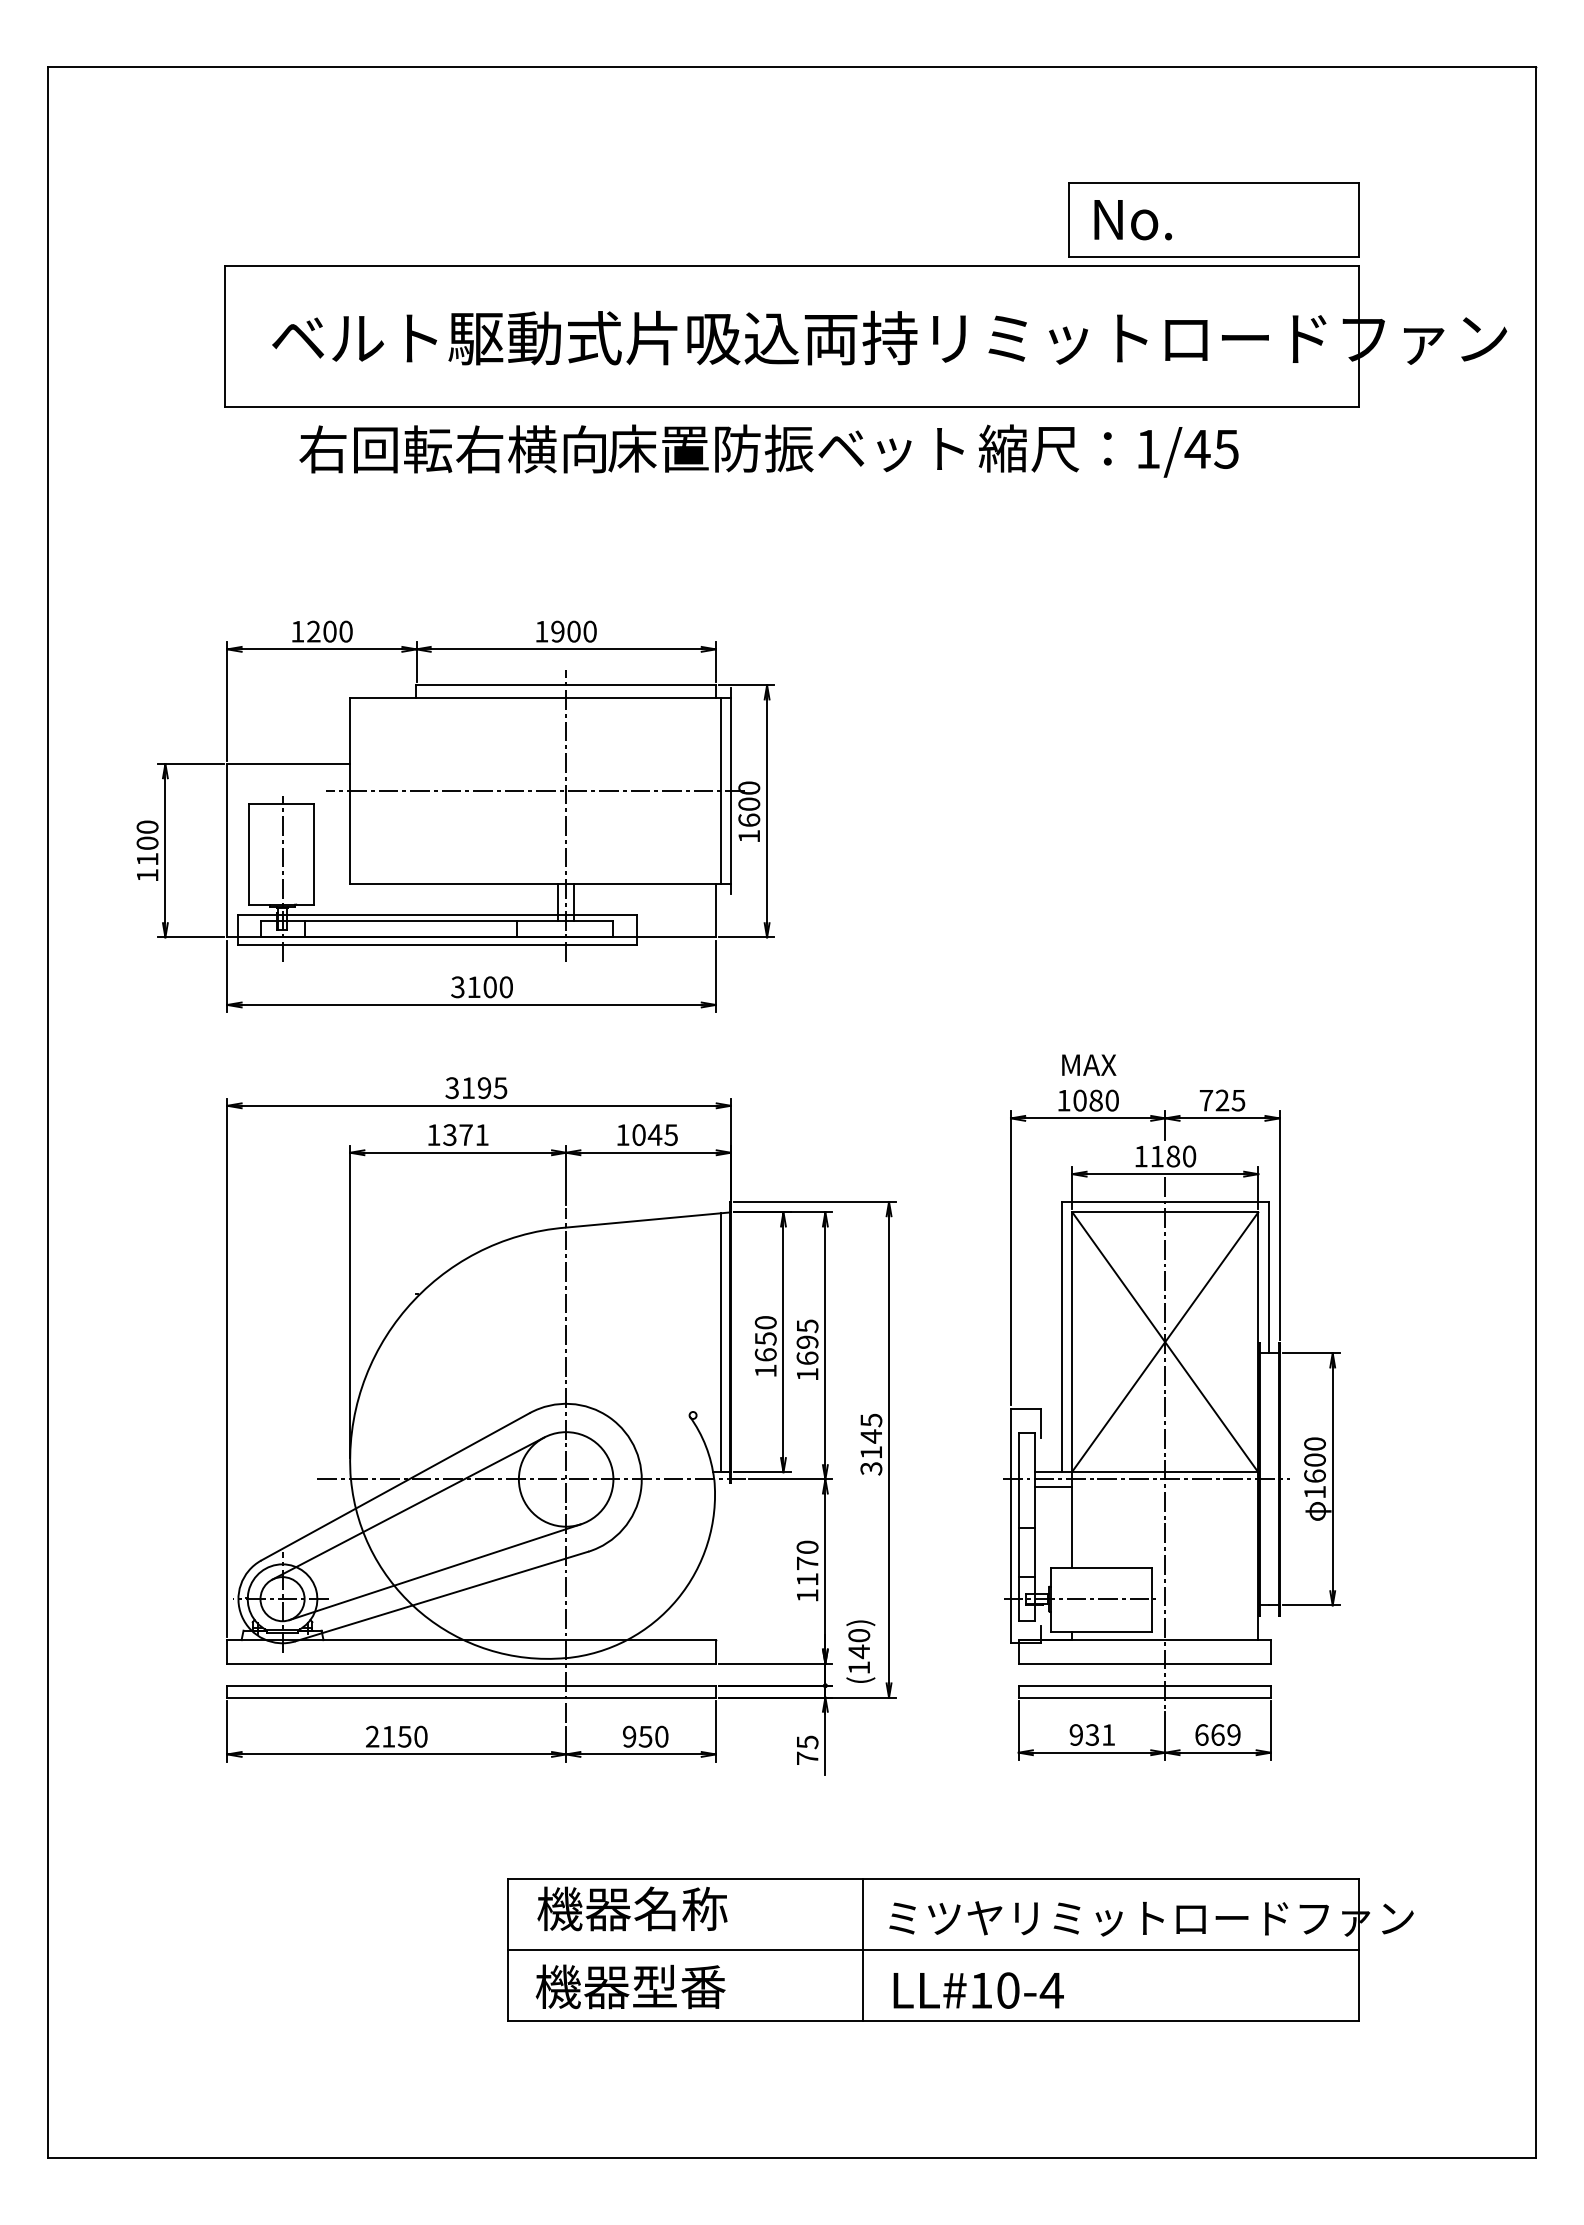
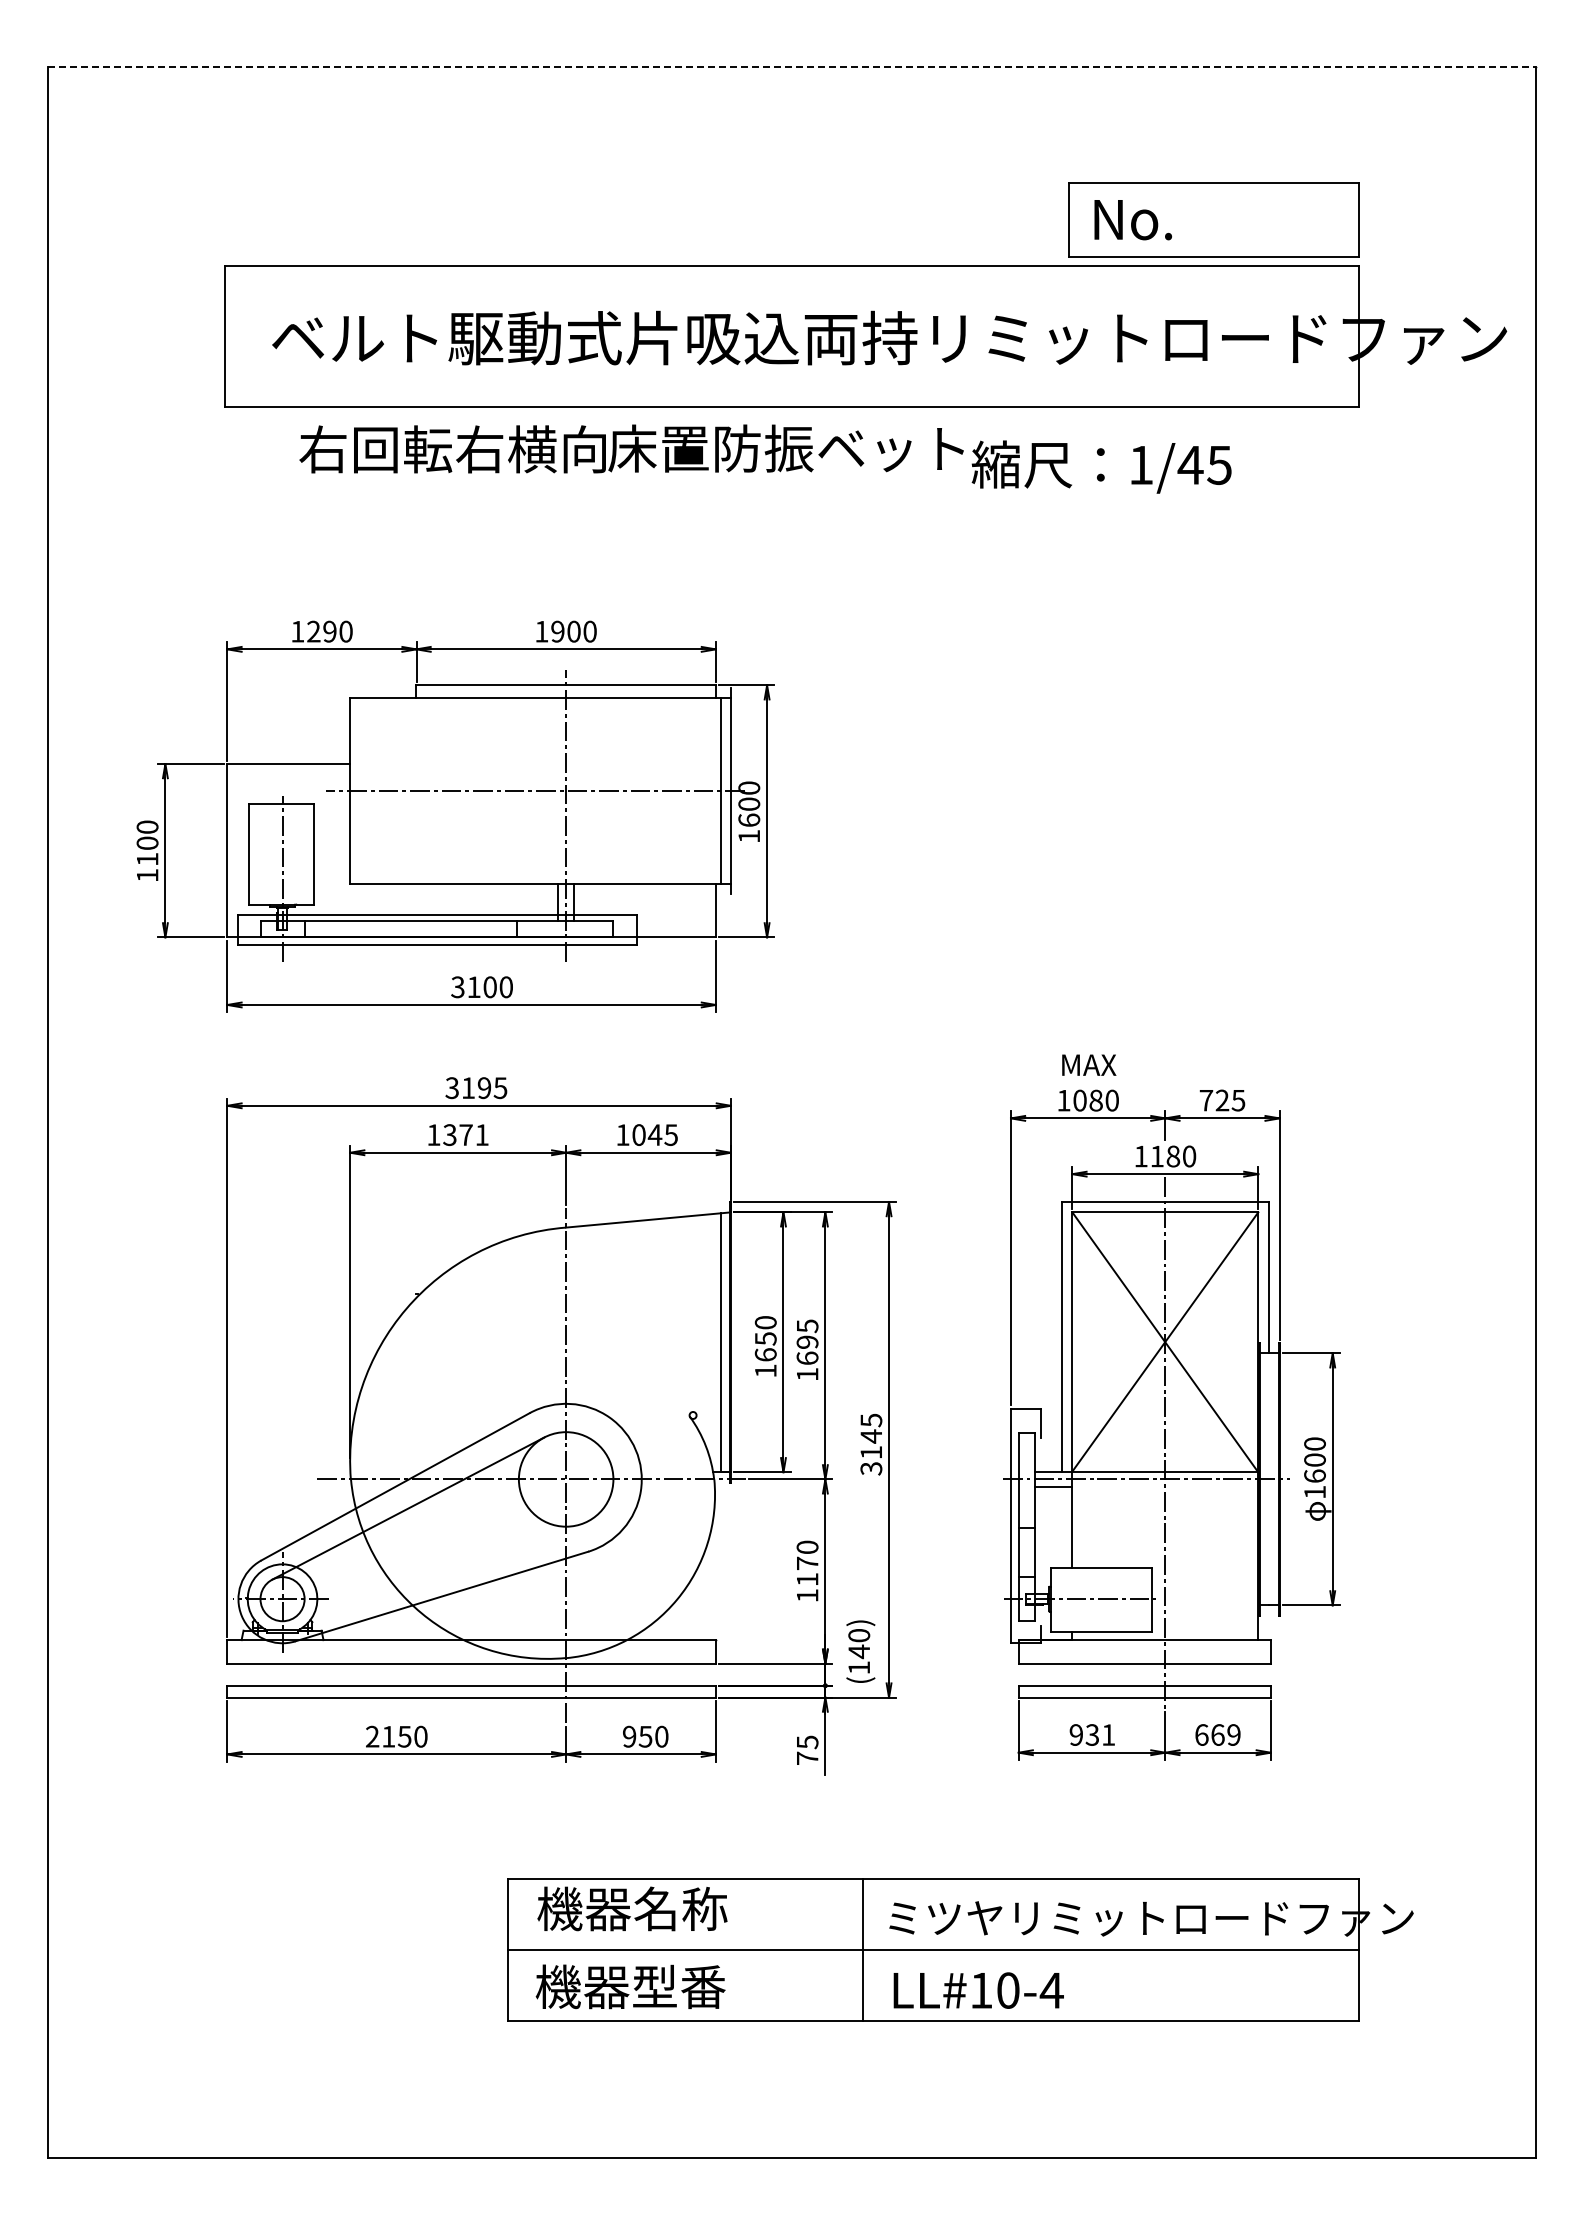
line at (792, 66): solid -> dashed
text at (1108, 450) position: (1108, 450) -> (1101, 466)
text at (329, 631): 1200 -> 1290
line at (434, 1572): present -> none
